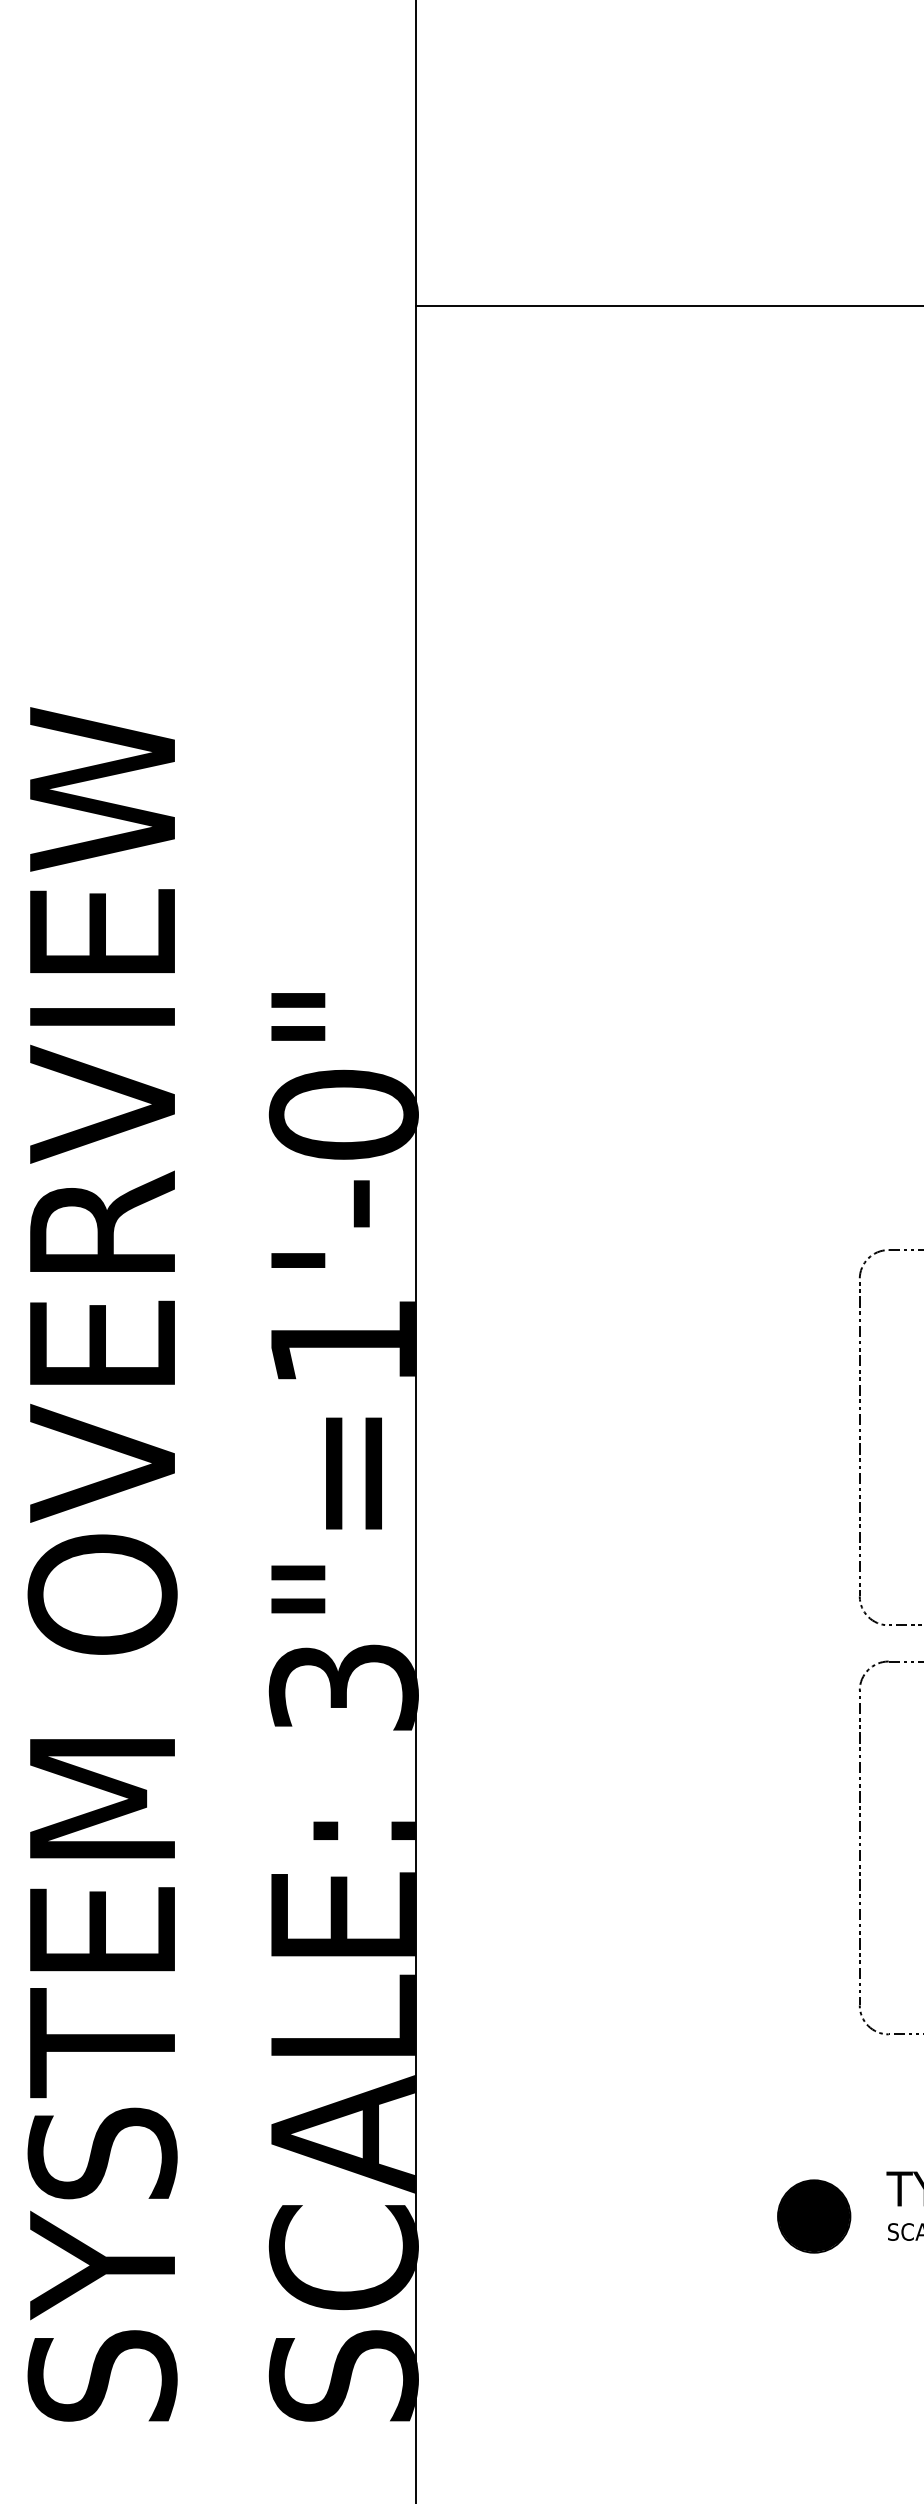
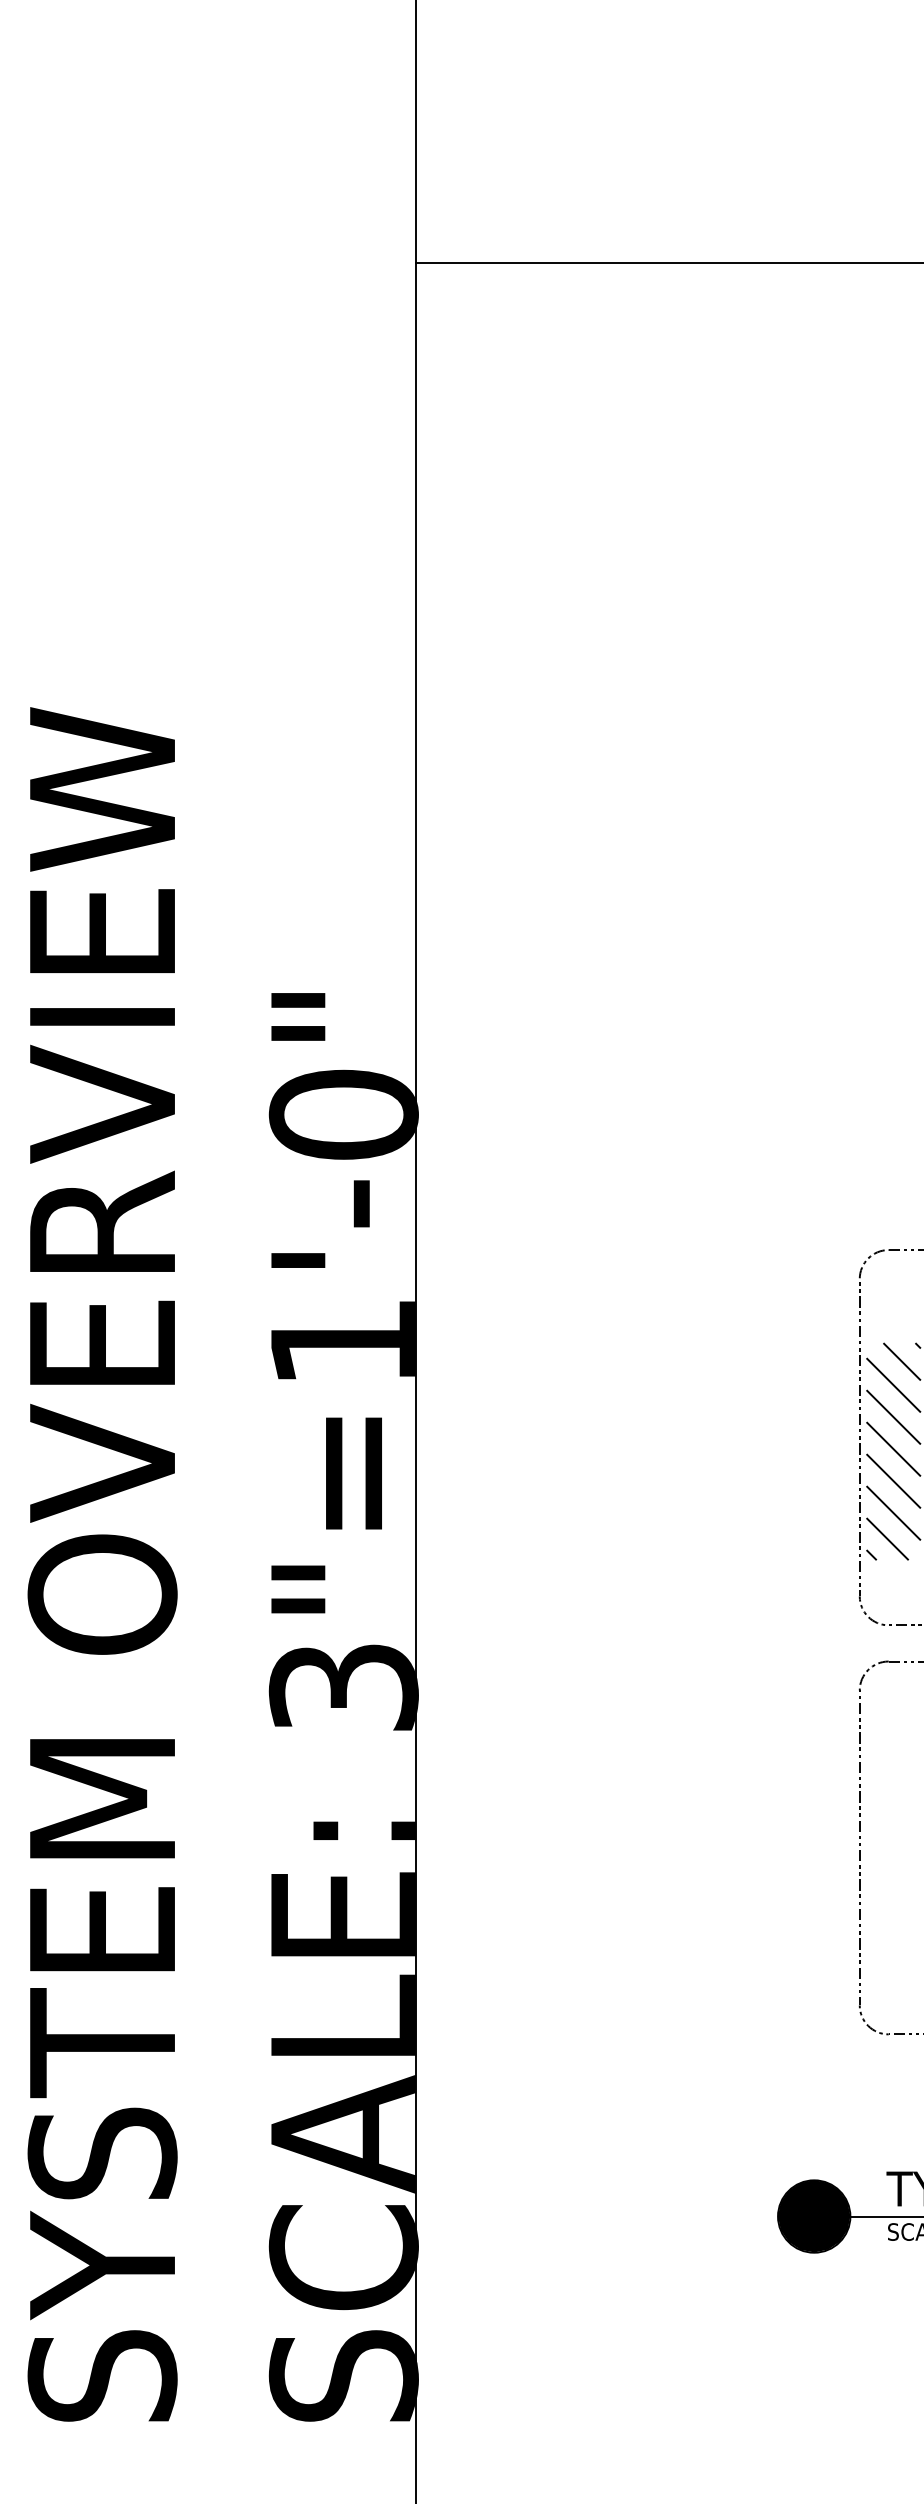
line at (668, 305) position: (668, 305) -> (668, 262)
hatch at (893, 1451): none -> present
line at (885, 2216): none -> present
